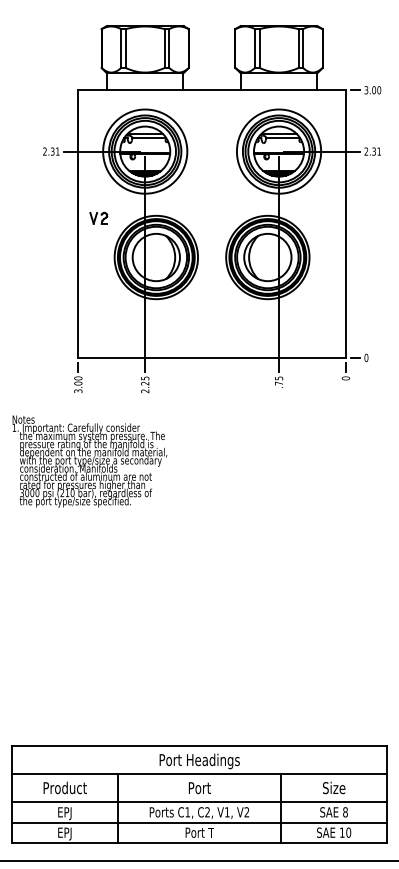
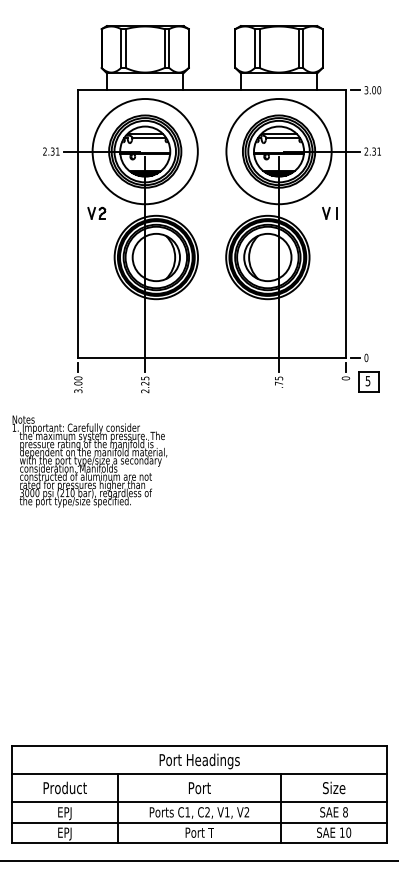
circle at (145, 151) diameter: 84 px -> 105 px
circle at (278, 151) diameter: 84 px -> 105 px
part at (329, 213): none -> present
part at (98, 217) position: (98, 217) -> (96, 212)
part at (368, 381): none -> present
